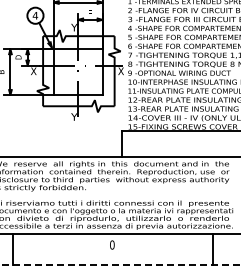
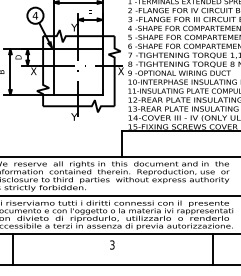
line at (119, 195): none -> present
text at (112, 244): 0 -> 3
line at (120, 264): dashed -> solid
